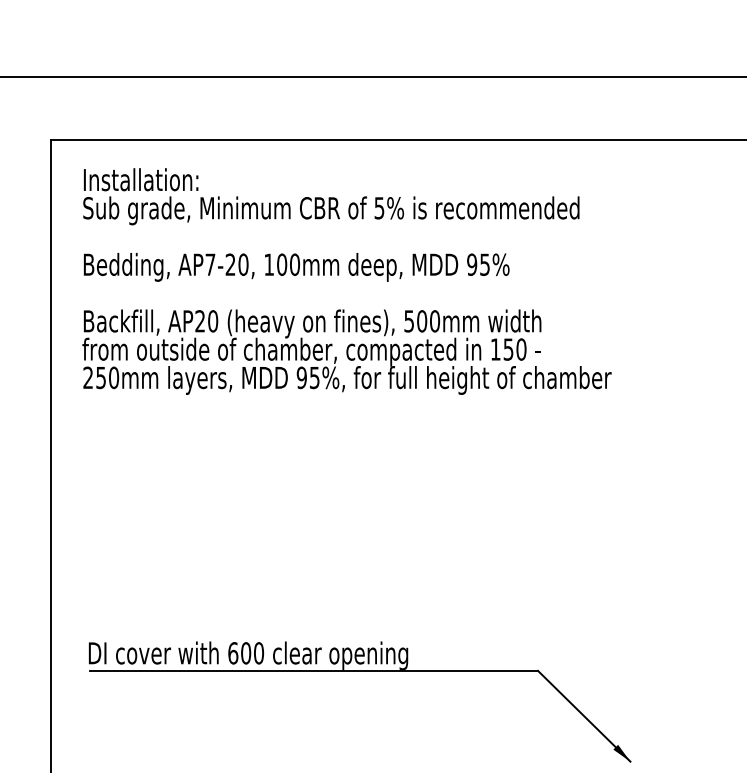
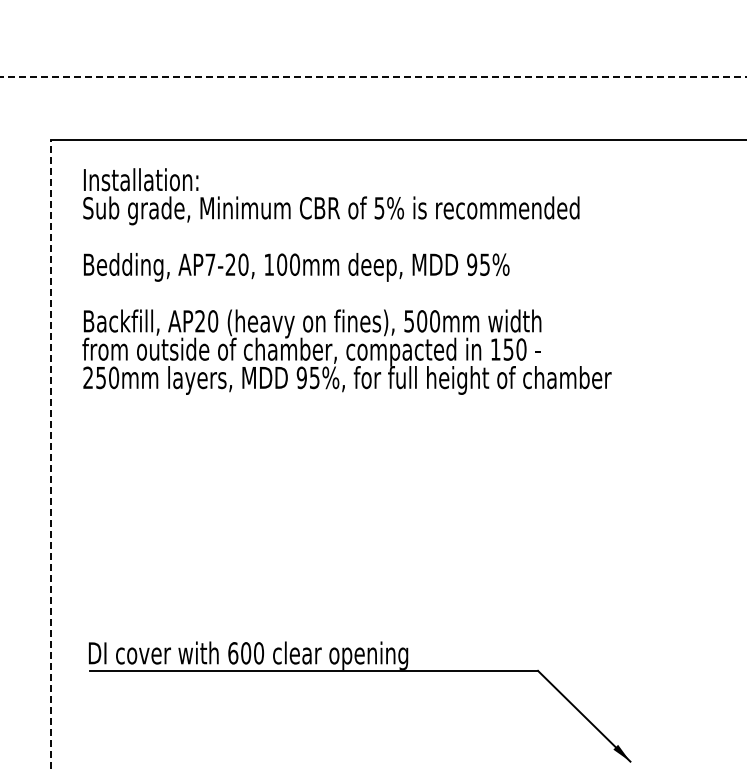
line at (373, 77): solid -> dashed
line at (50, 455): solid -> dashed
